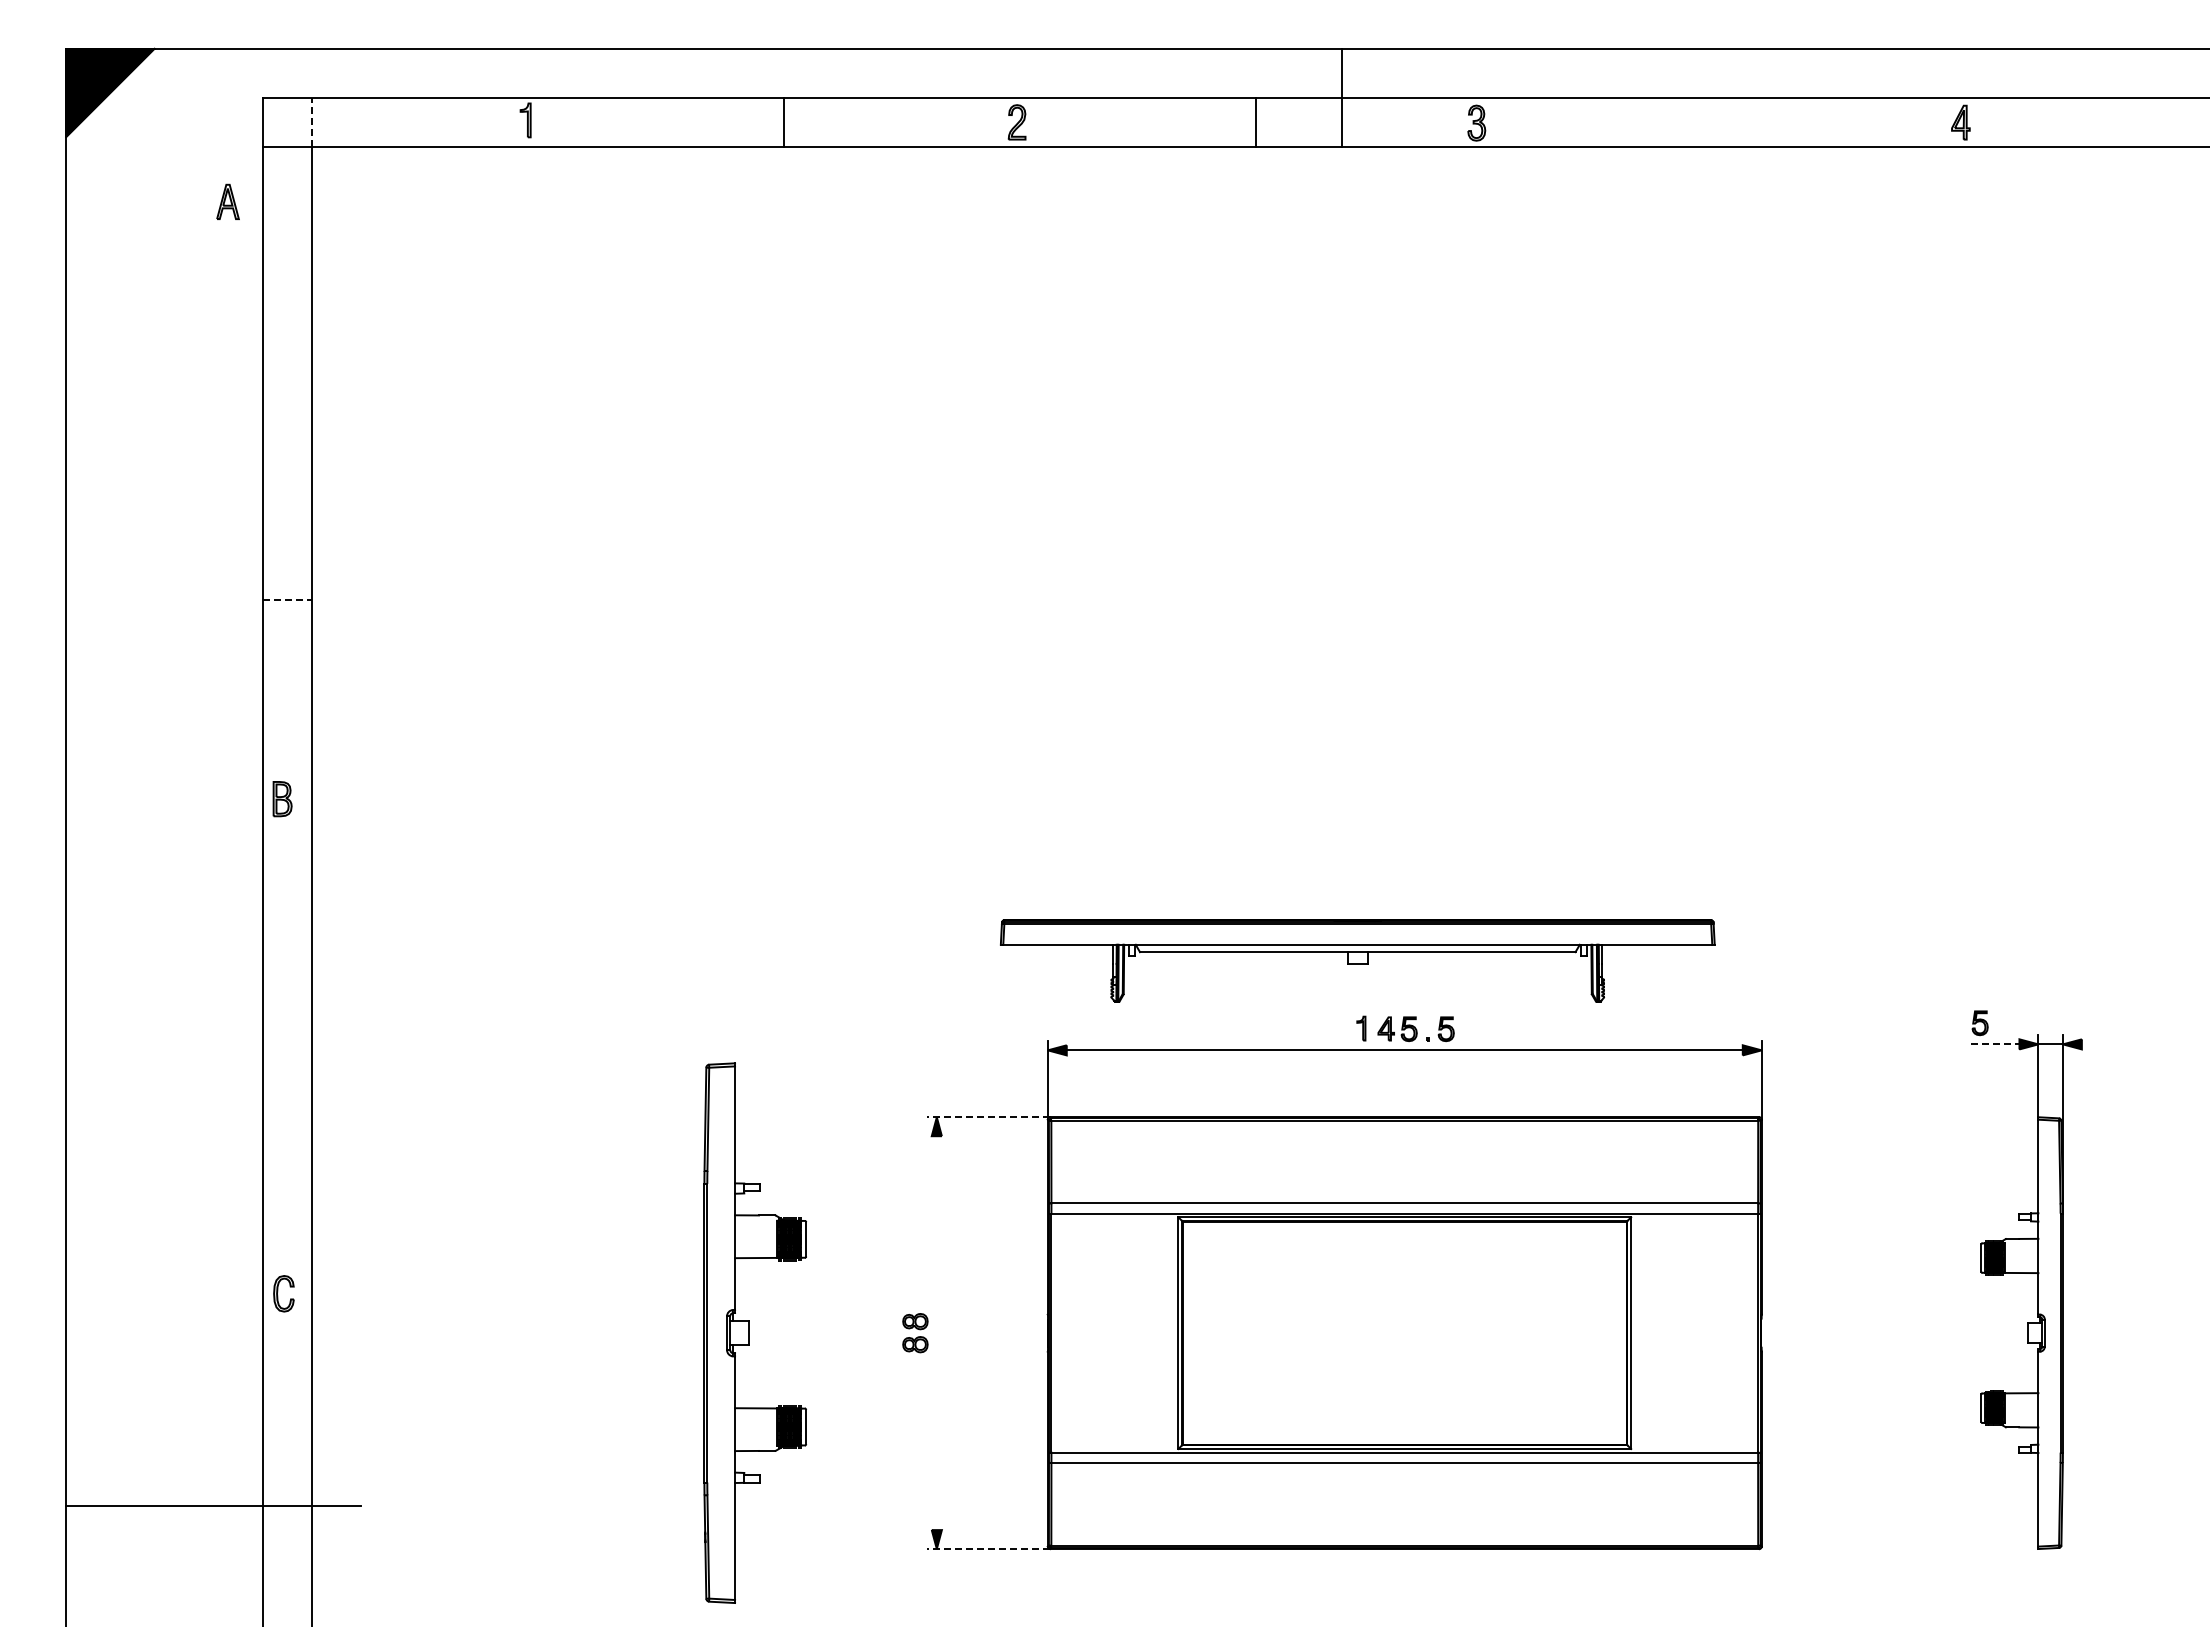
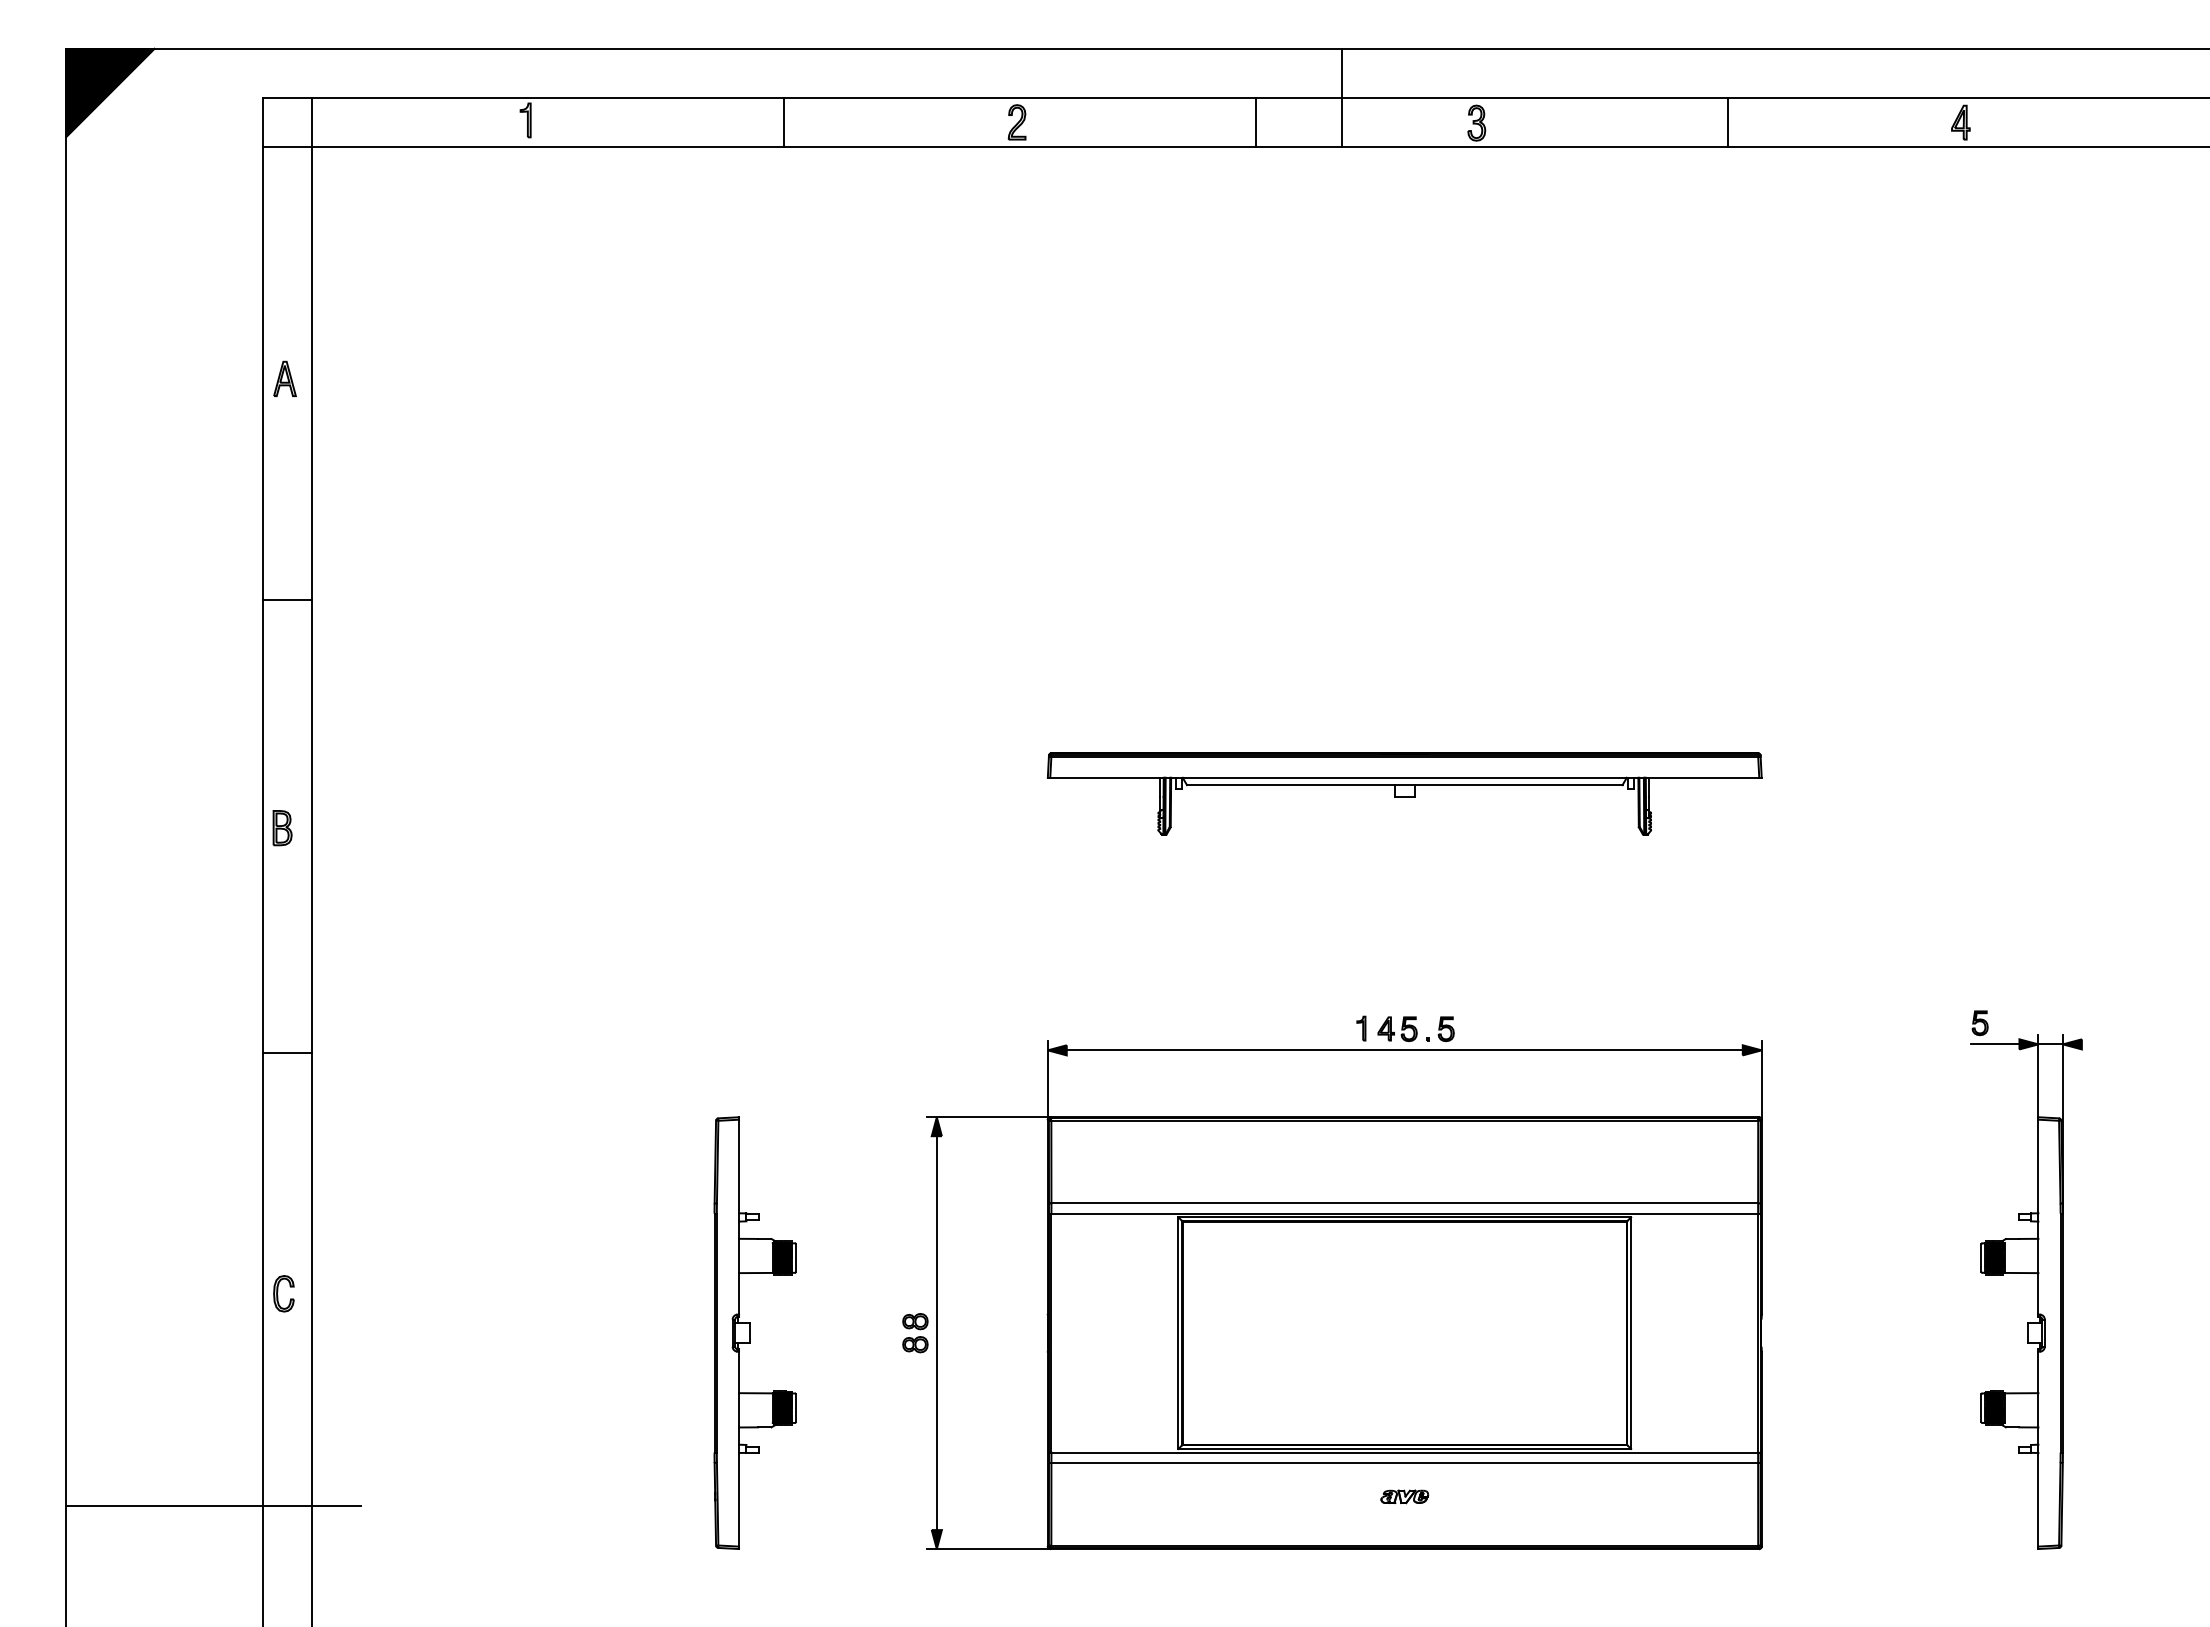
line at (1728, 121): none -> present
line at (311, 122): dashed -> solid
part at (227, 201) position: (227, 201) -> (284, 378)
line at (287, 599): dashed -> solid
part at (282, 799) position: (282, 799) -> (282, 828)
part at (1357, 960) position: (1357, 960) -> (1404, 793)
line at (1995, 1044): dashed -> solid
line at (286, 1052): none -> present
line at (988, 1117): dashed -> solid
part at (754, 1332) size: 104x542 px -> 84x434 px
line at (936, 1333): none -> present
part at (1404, 1496): none -> present
line at (988, 1549): dashed -> solid
